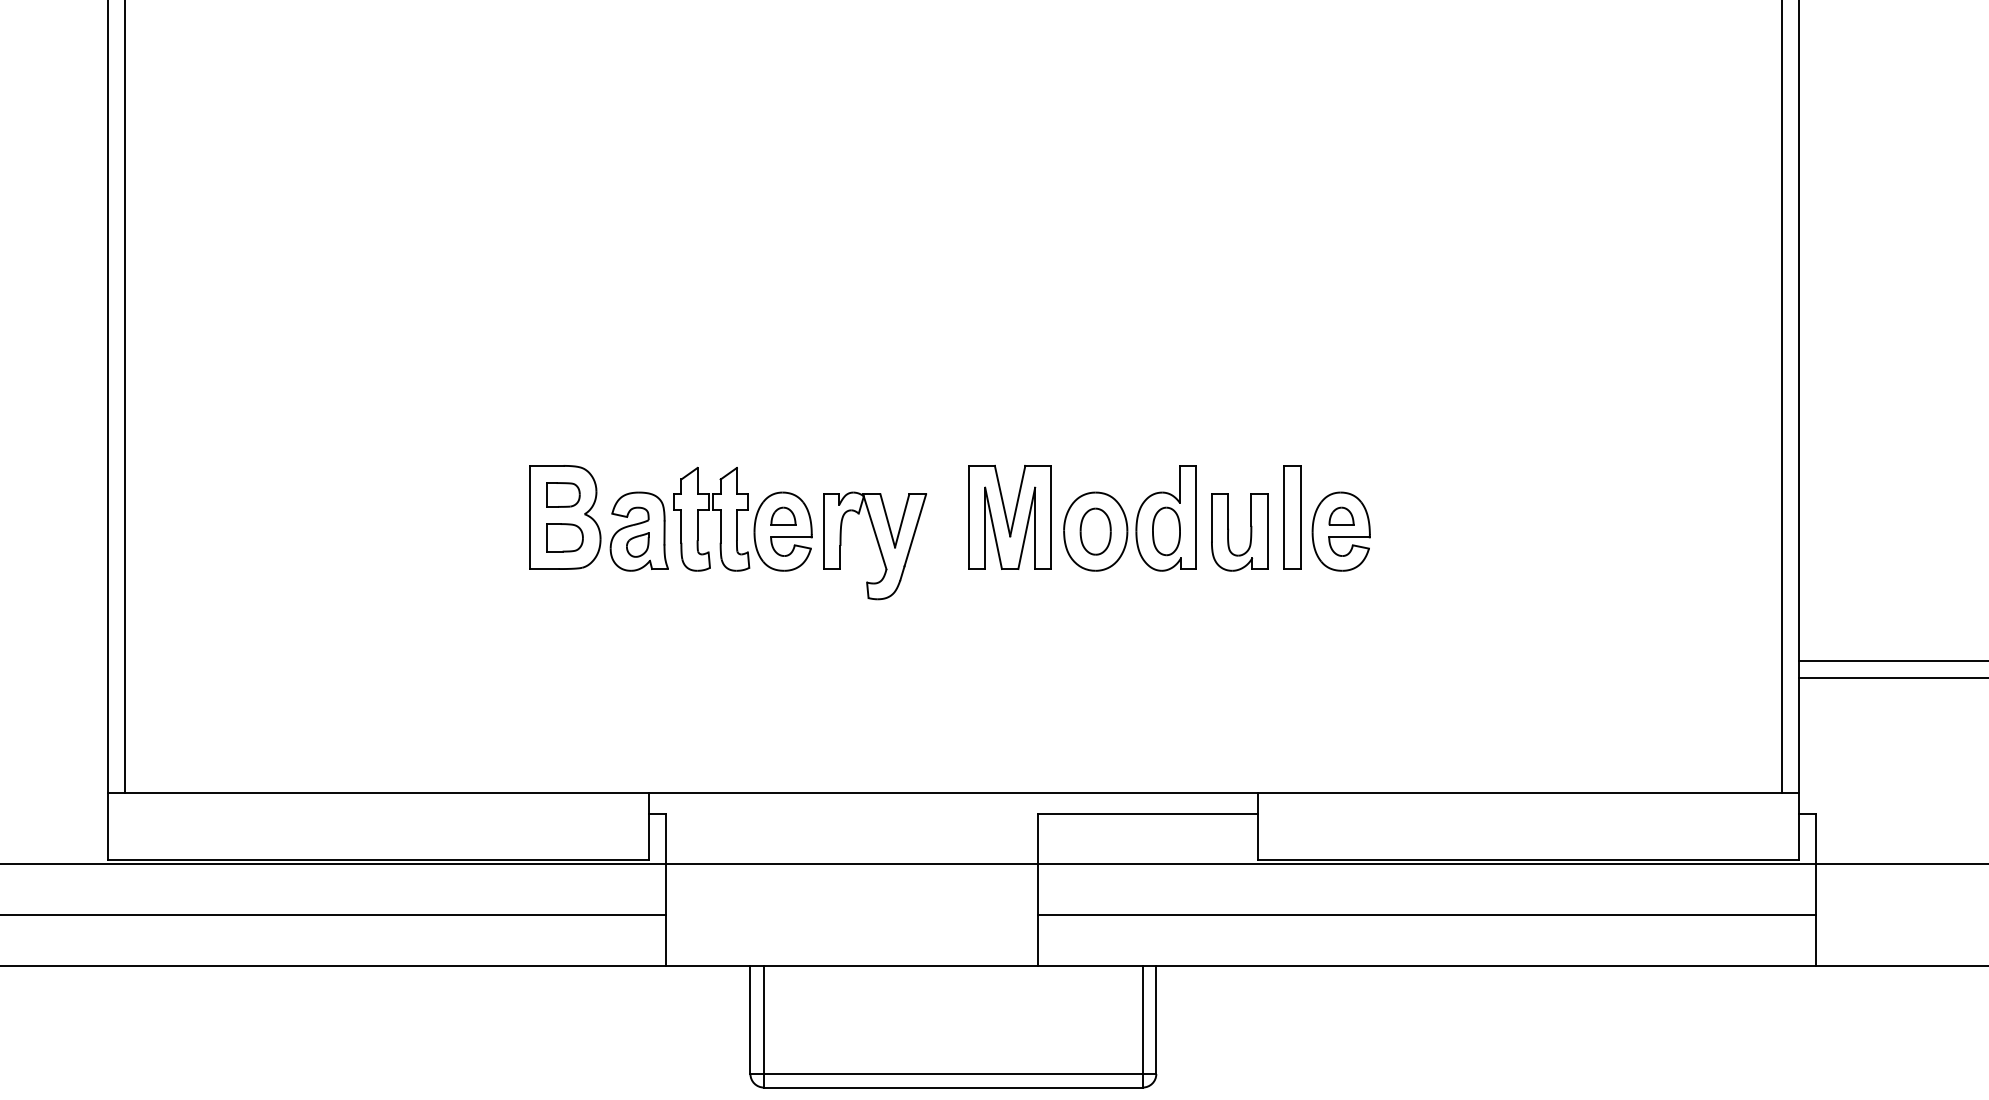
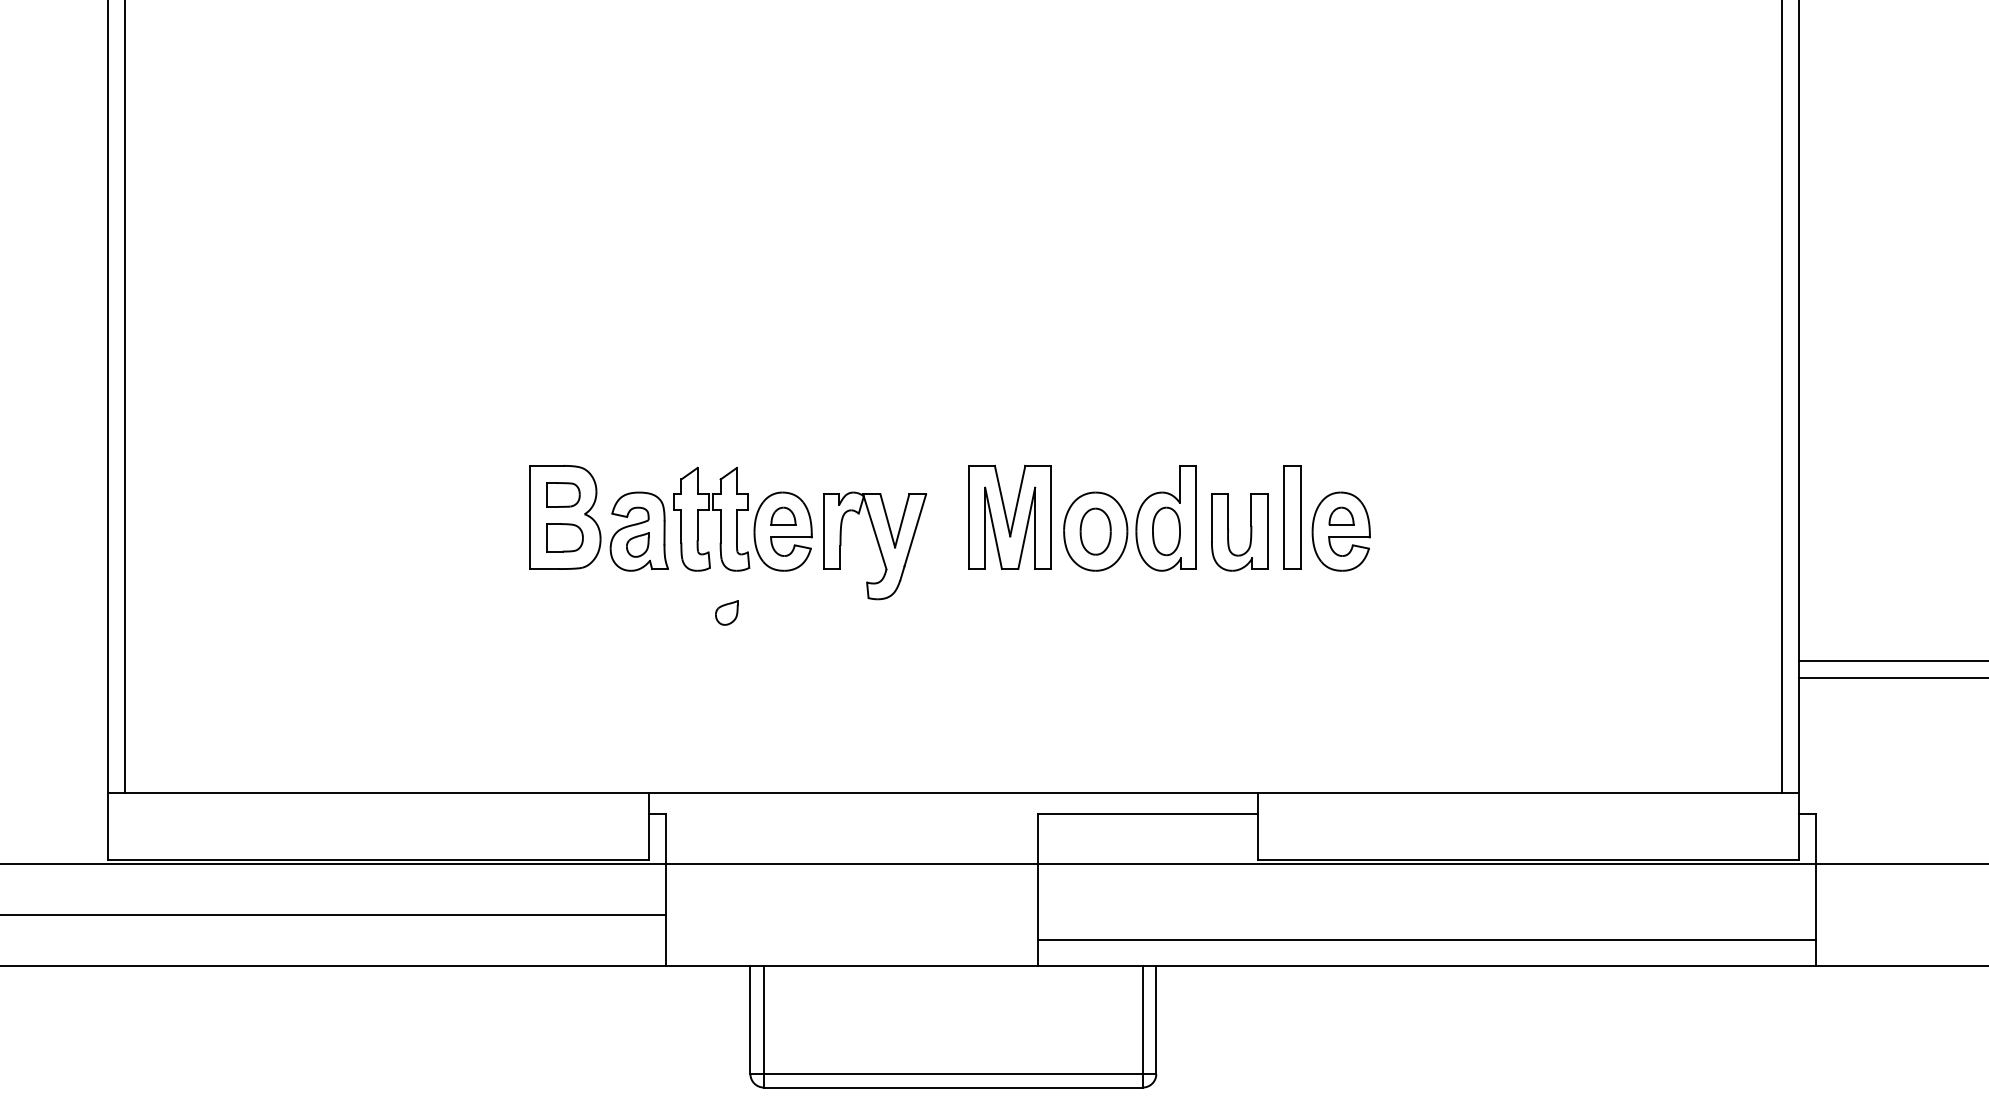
part at (726, 612): none -> present
line at (1426, 915) position: (1426, 915) -> (1426, 940)
